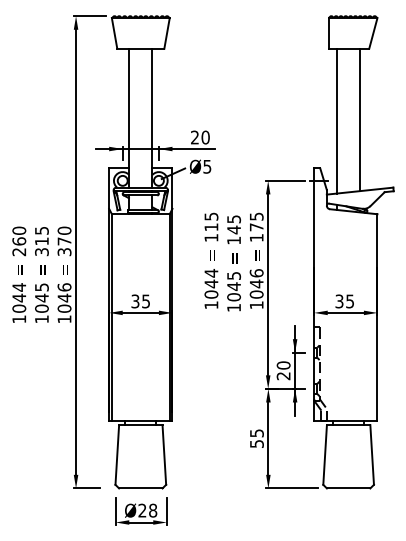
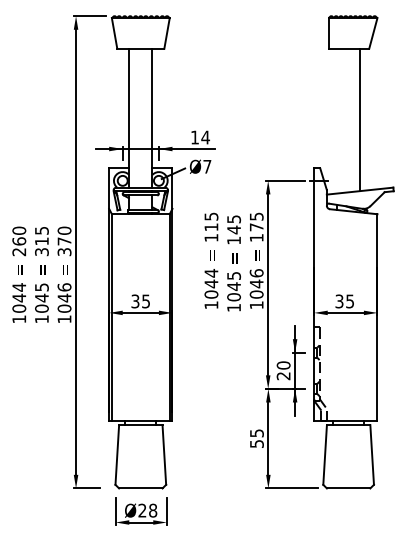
line at (336, 120): present -> none
text at (200, 137): 20 -> 14
text at (207, 166): Ø5 -> Ø7
